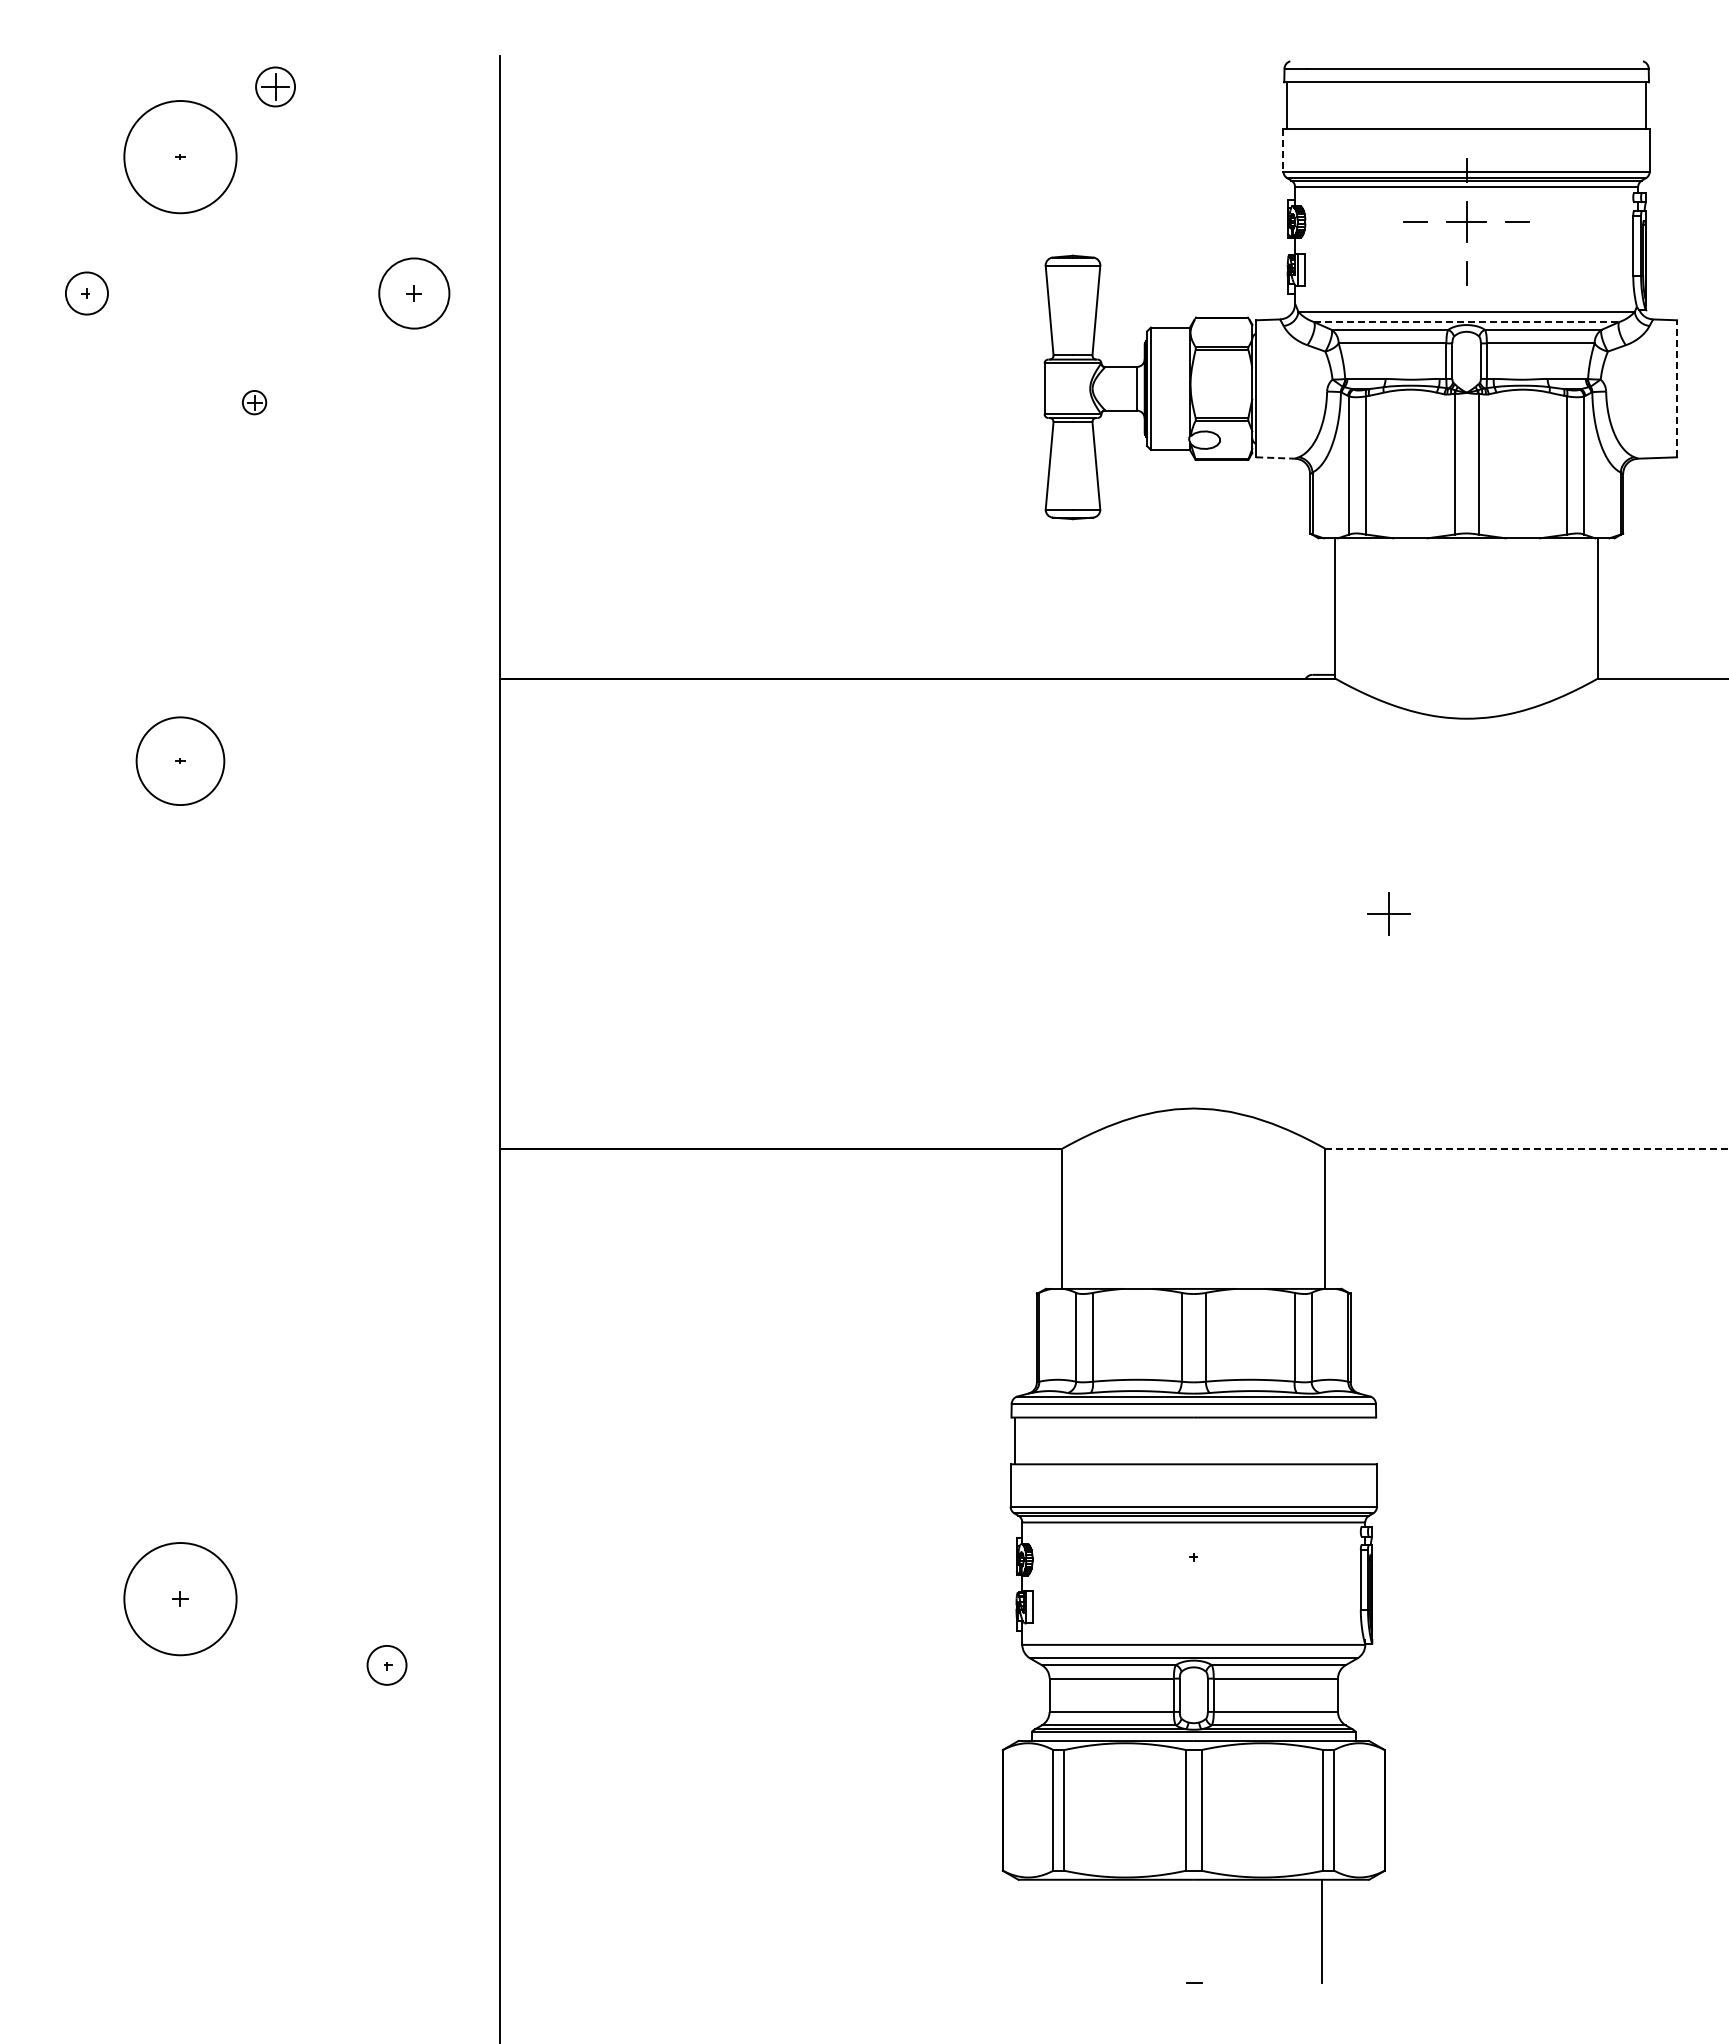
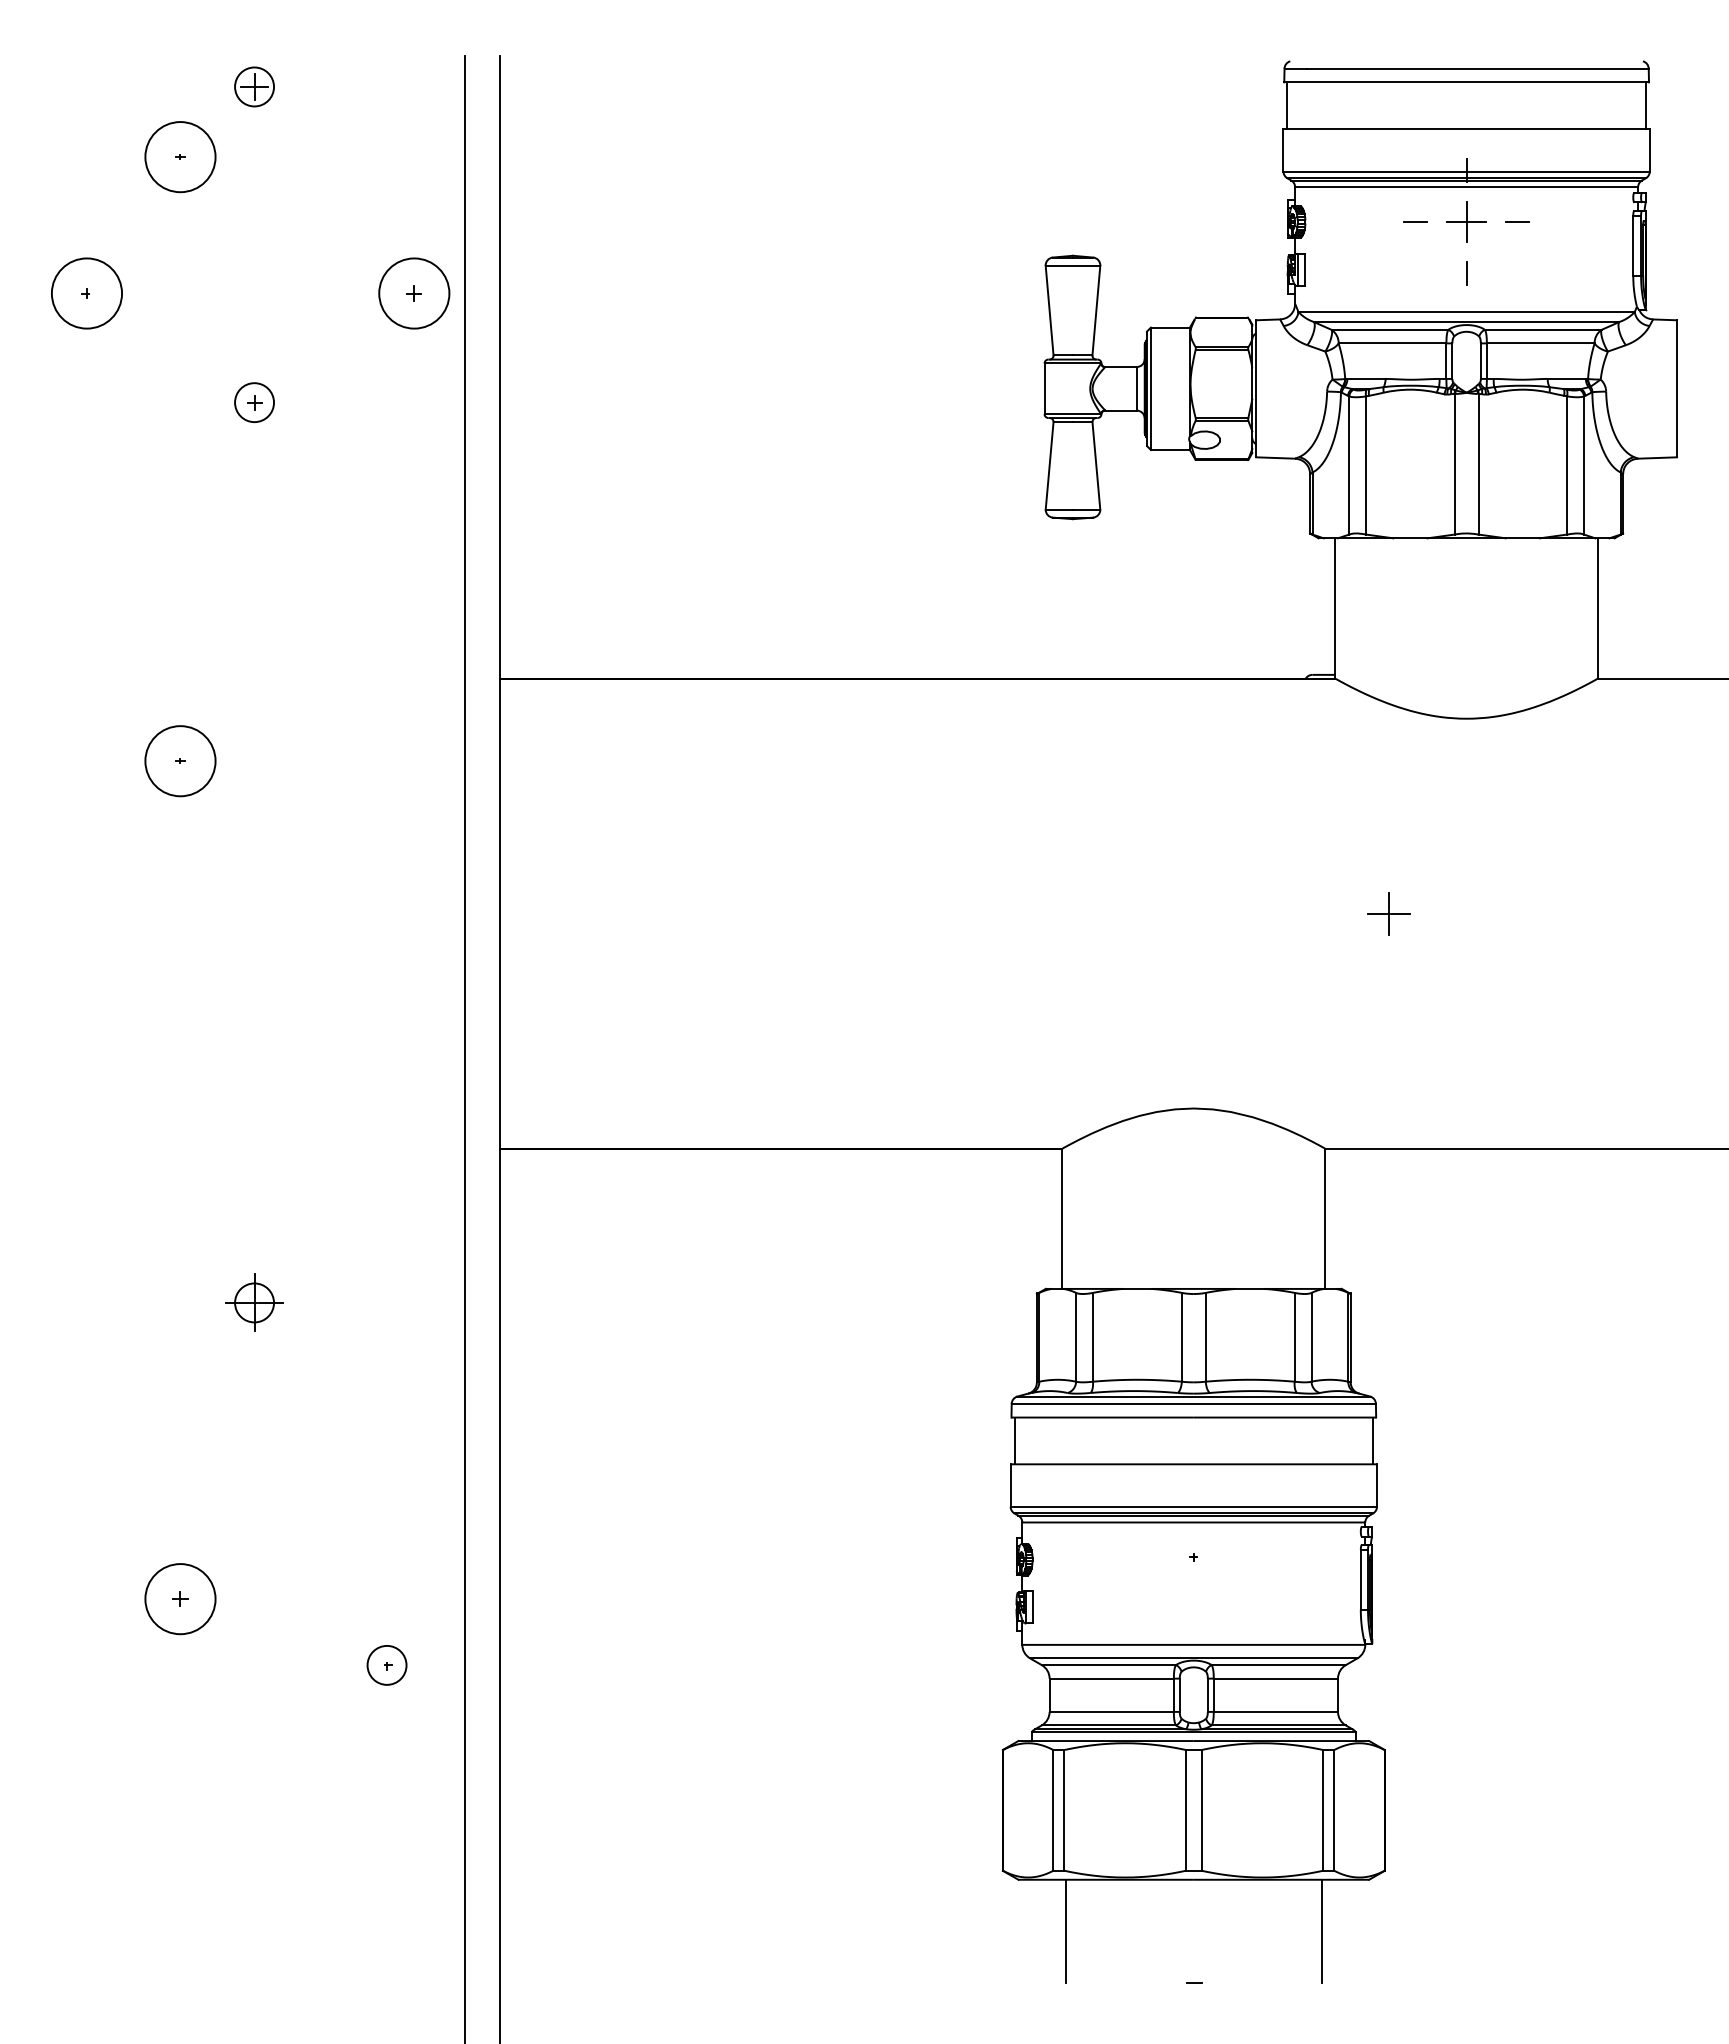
part at (275, 86) position: (275, 86) -> (254, 86)
line at (1283, 150): dashed -> solid
circle at (180, 157) diameter: 112 px -> 70 px
circle at (86, 293) diameter: 42 px -> 70 px
line at (1466, 322): dashed -> solid
line at (1677, 388): dashed -> solid
circle at (254, 402) diameter: 23 px -> 39 px
line at (1276, 458): dashed -> solid
circle at (180, 761) diameter: 88 px -> 70 px
line at (465, 1047): none -> present
line at (1526, 1148): dashed -> solid
part at (254, 1302): none -> present
line at (1373, 1440): none -> present
circle at (180, 1599) diameter: 112 px -> 70 px
line at (1065, 1930): none -> present
